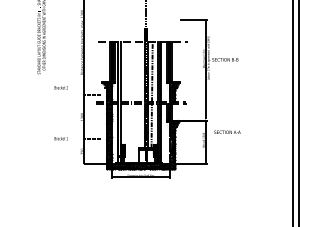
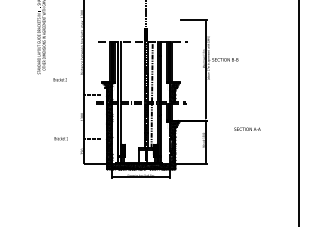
text at (60, 87) position: (60, 87) -> (59, 79)
line at (293, 112): present -> none
text at (227, 131) position: (227, 131) -> (247, 128)
